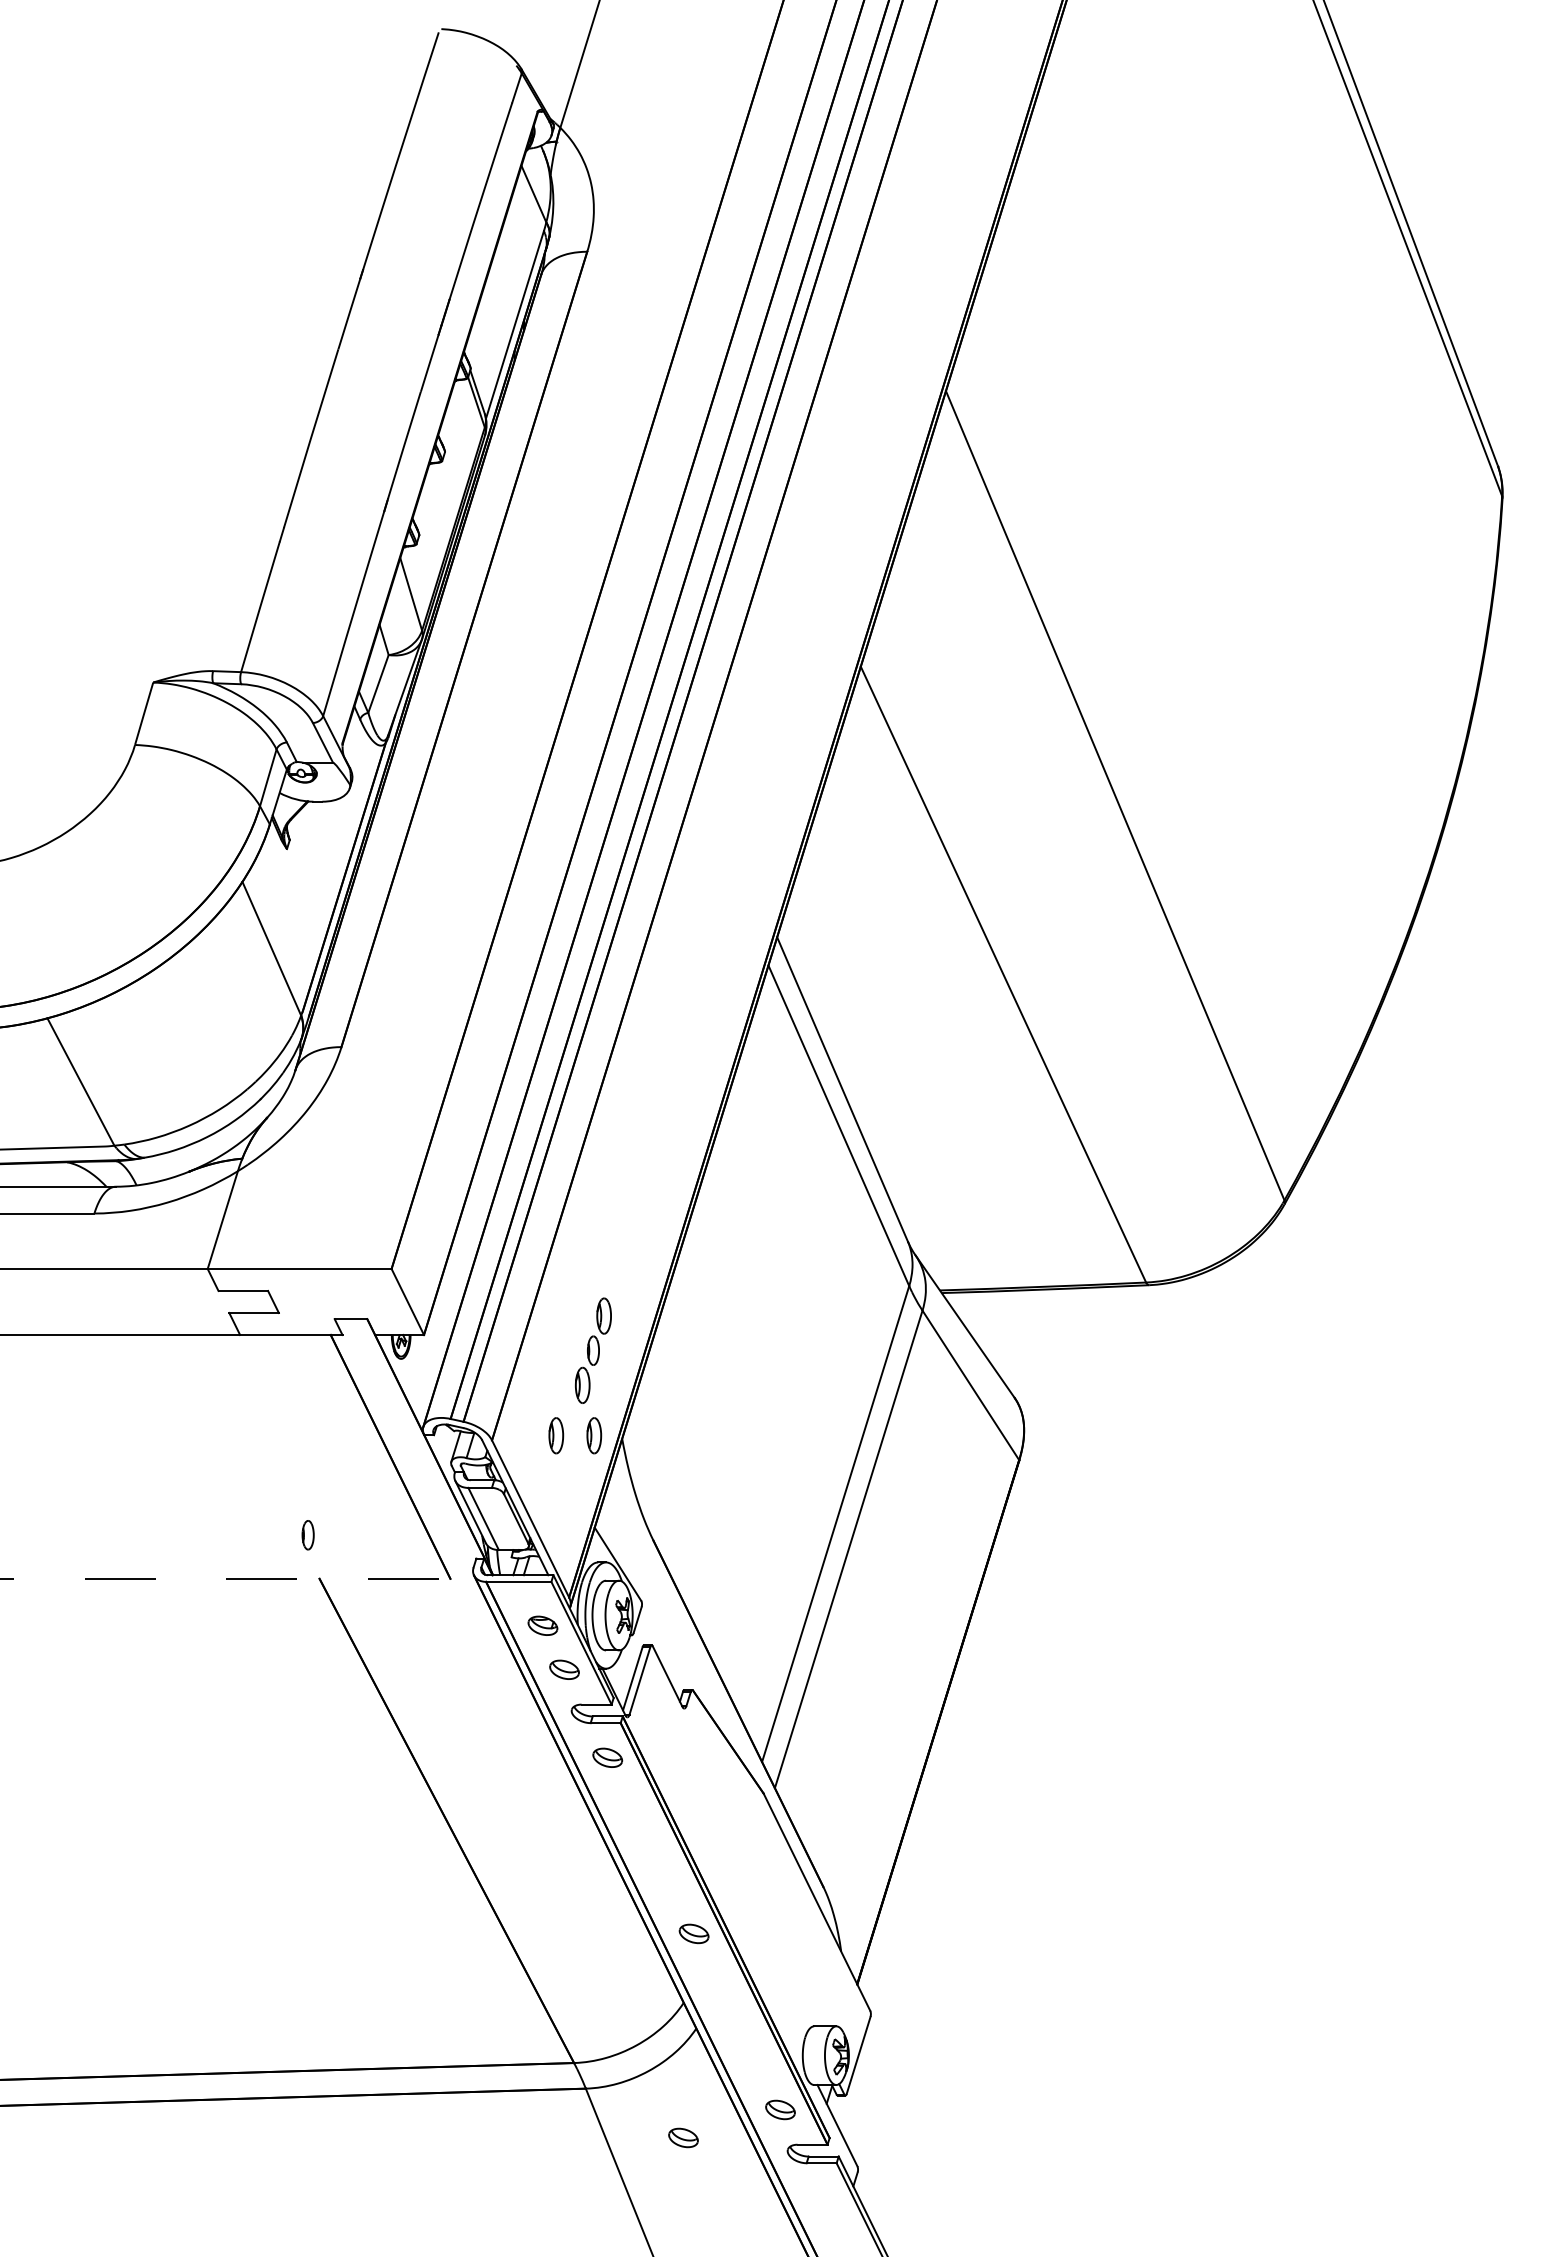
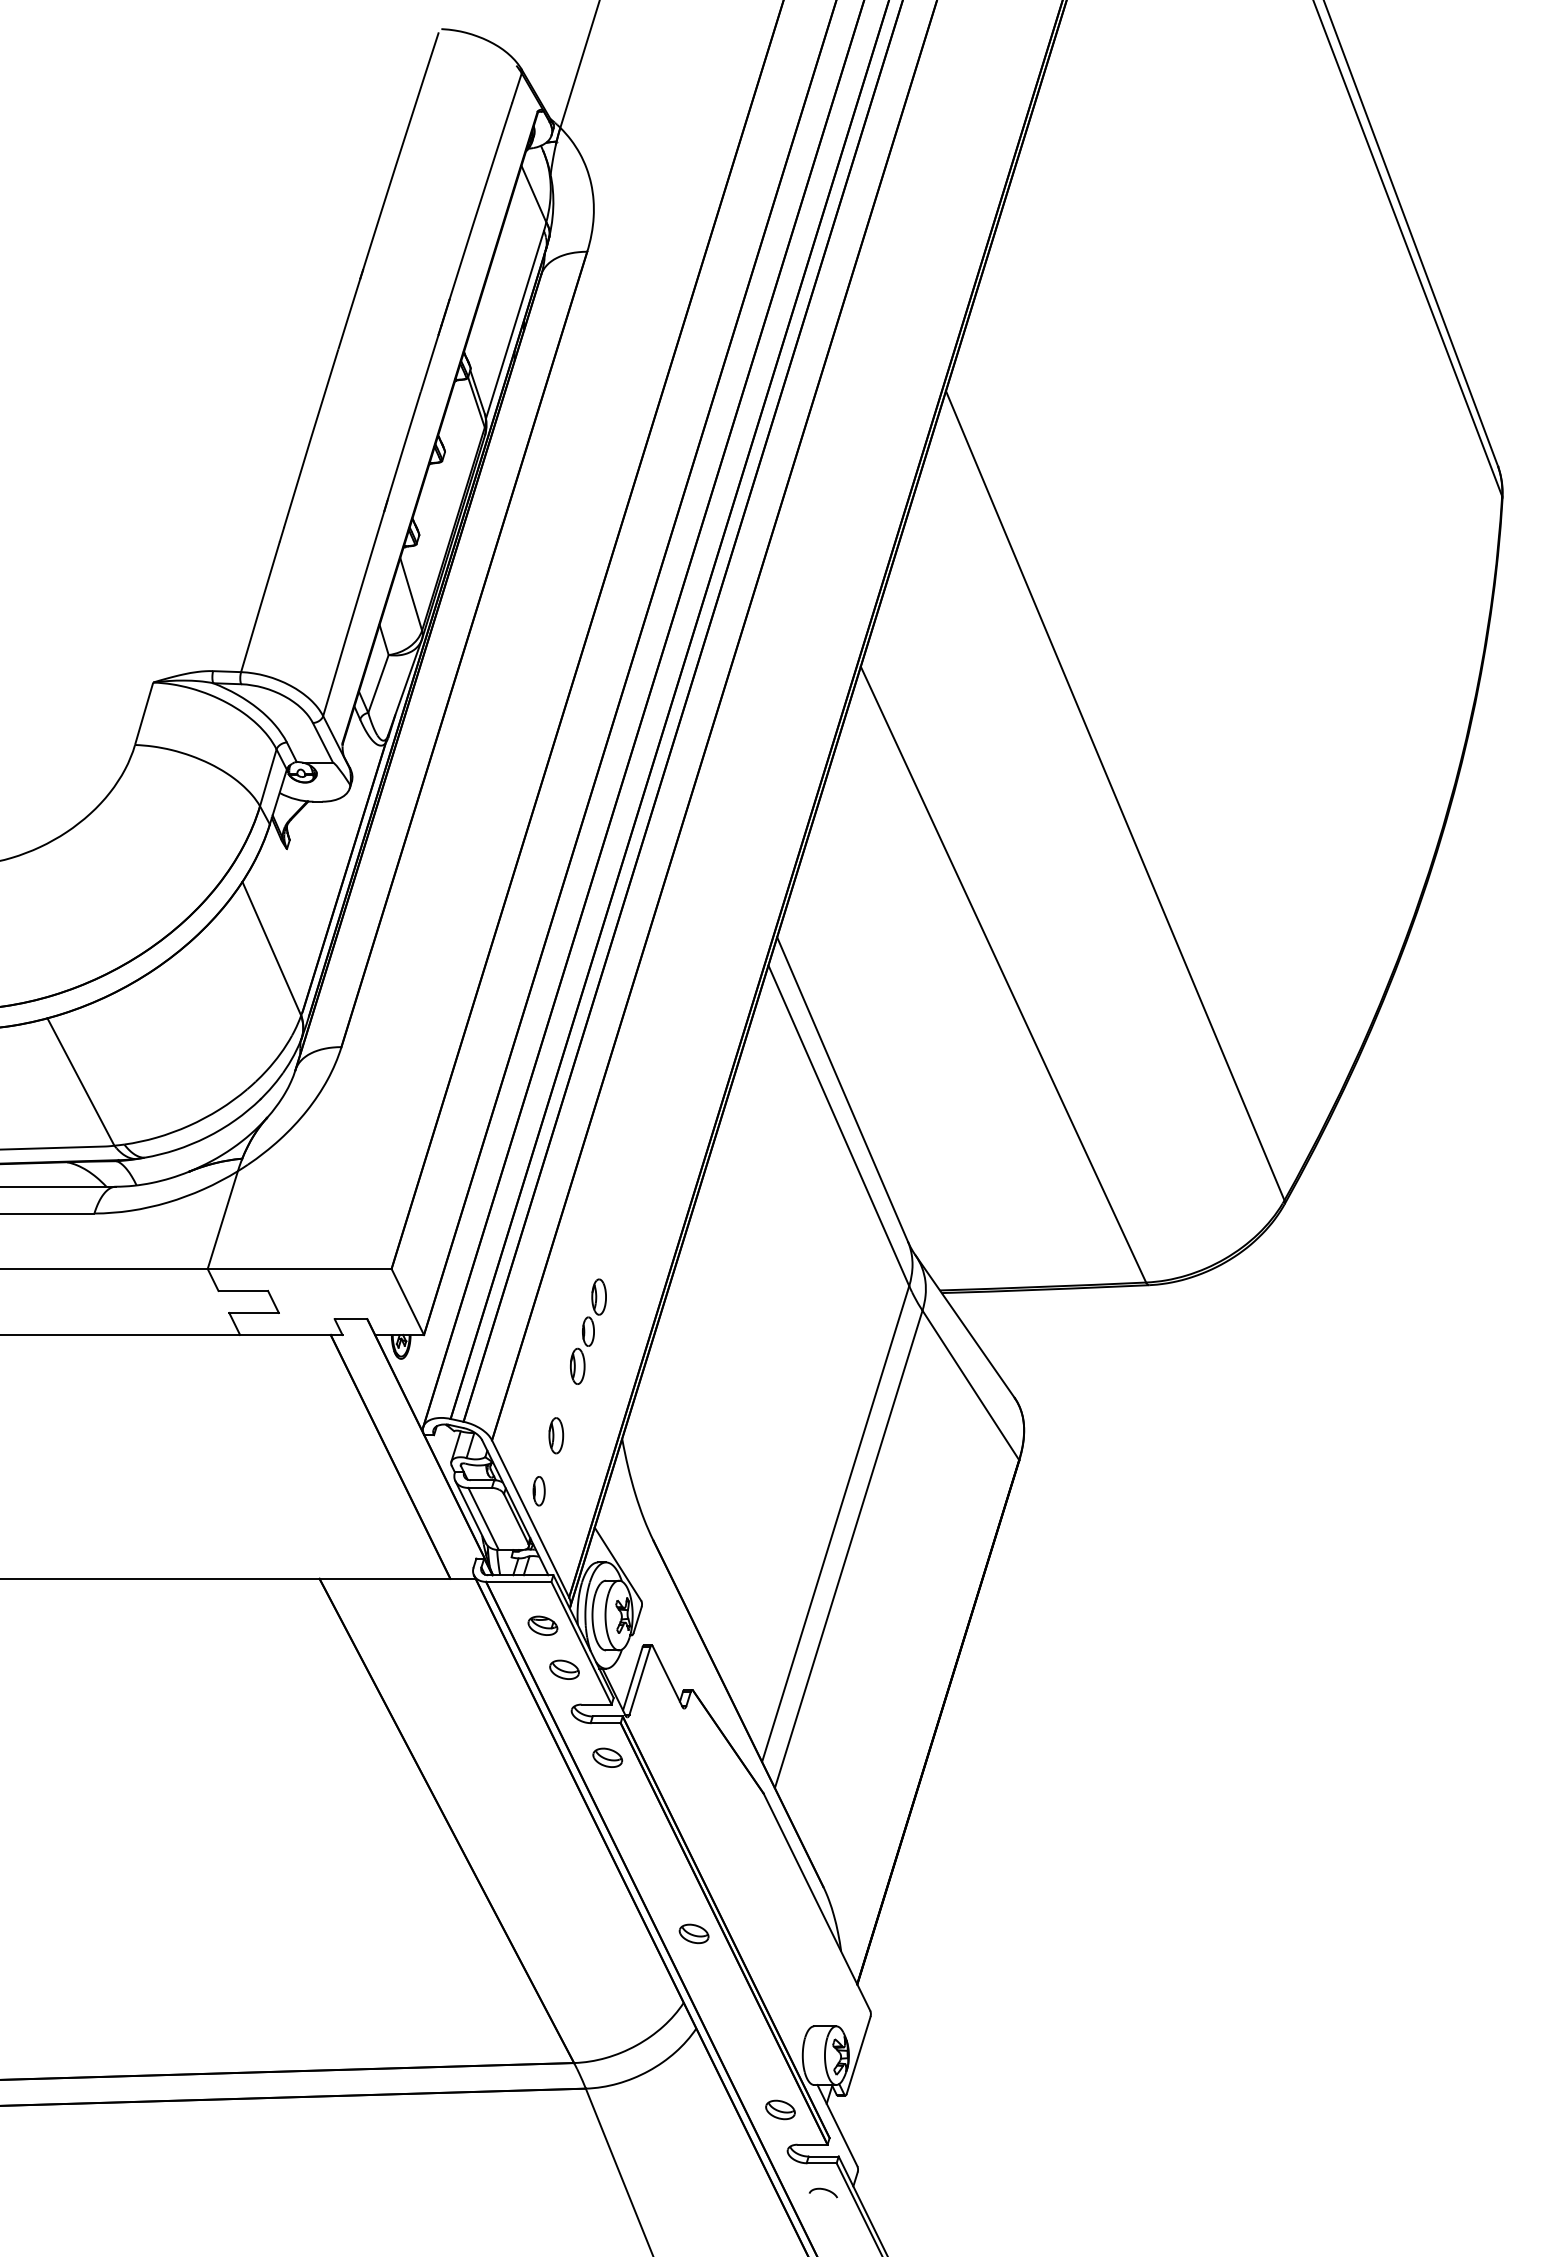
part at (593, 1350) position: (593, 1350) -> (588, 1331)
part at (594, 1435): present -> none
part at (307, 1535) position: (307, 1535) -> (538, 1491)
line at (238, 1578): dashed -> solid
part at (683, 2137): present -> none
curve at (823, 2190): none -> present
